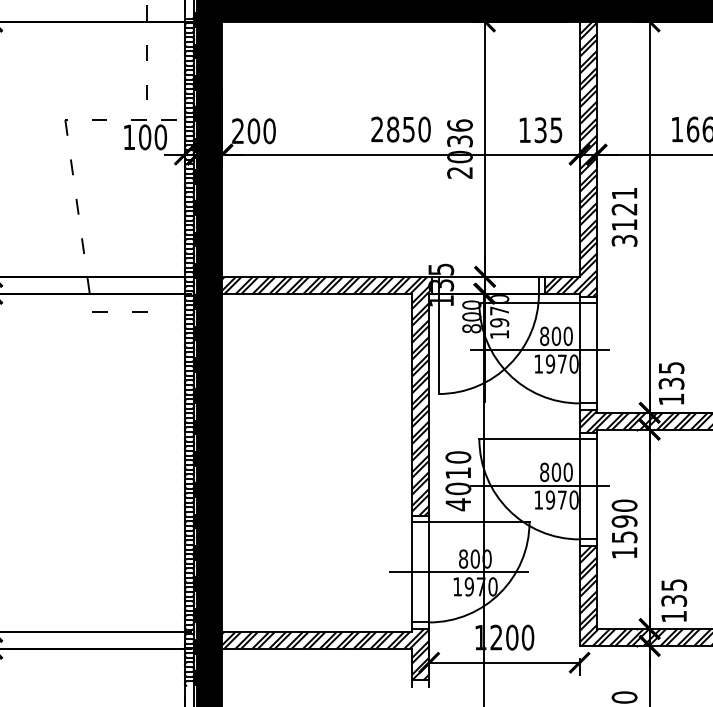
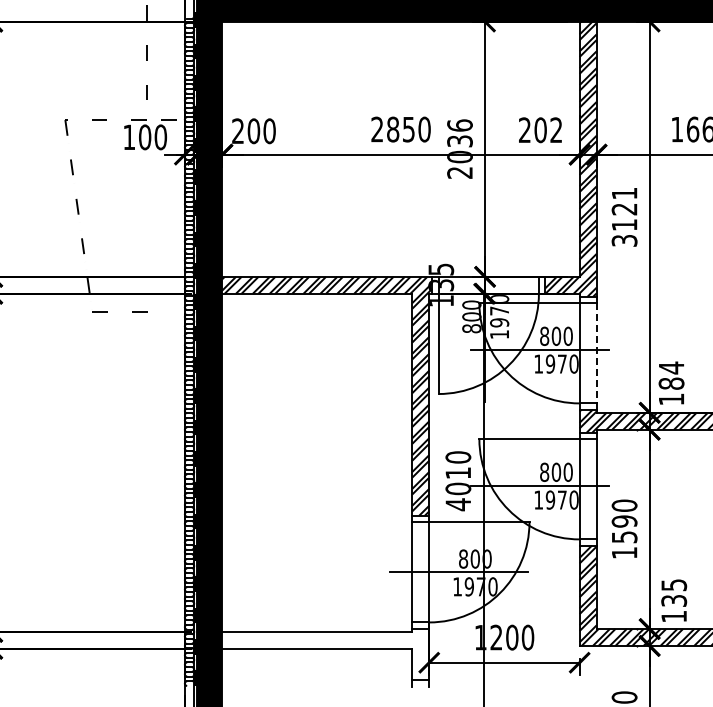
text at (540, 130): 135 -> 202
line at (596, 353): solid -> dashed
text at (671, 375): 135 -> 184
hatch at (325, 654): present -> none
